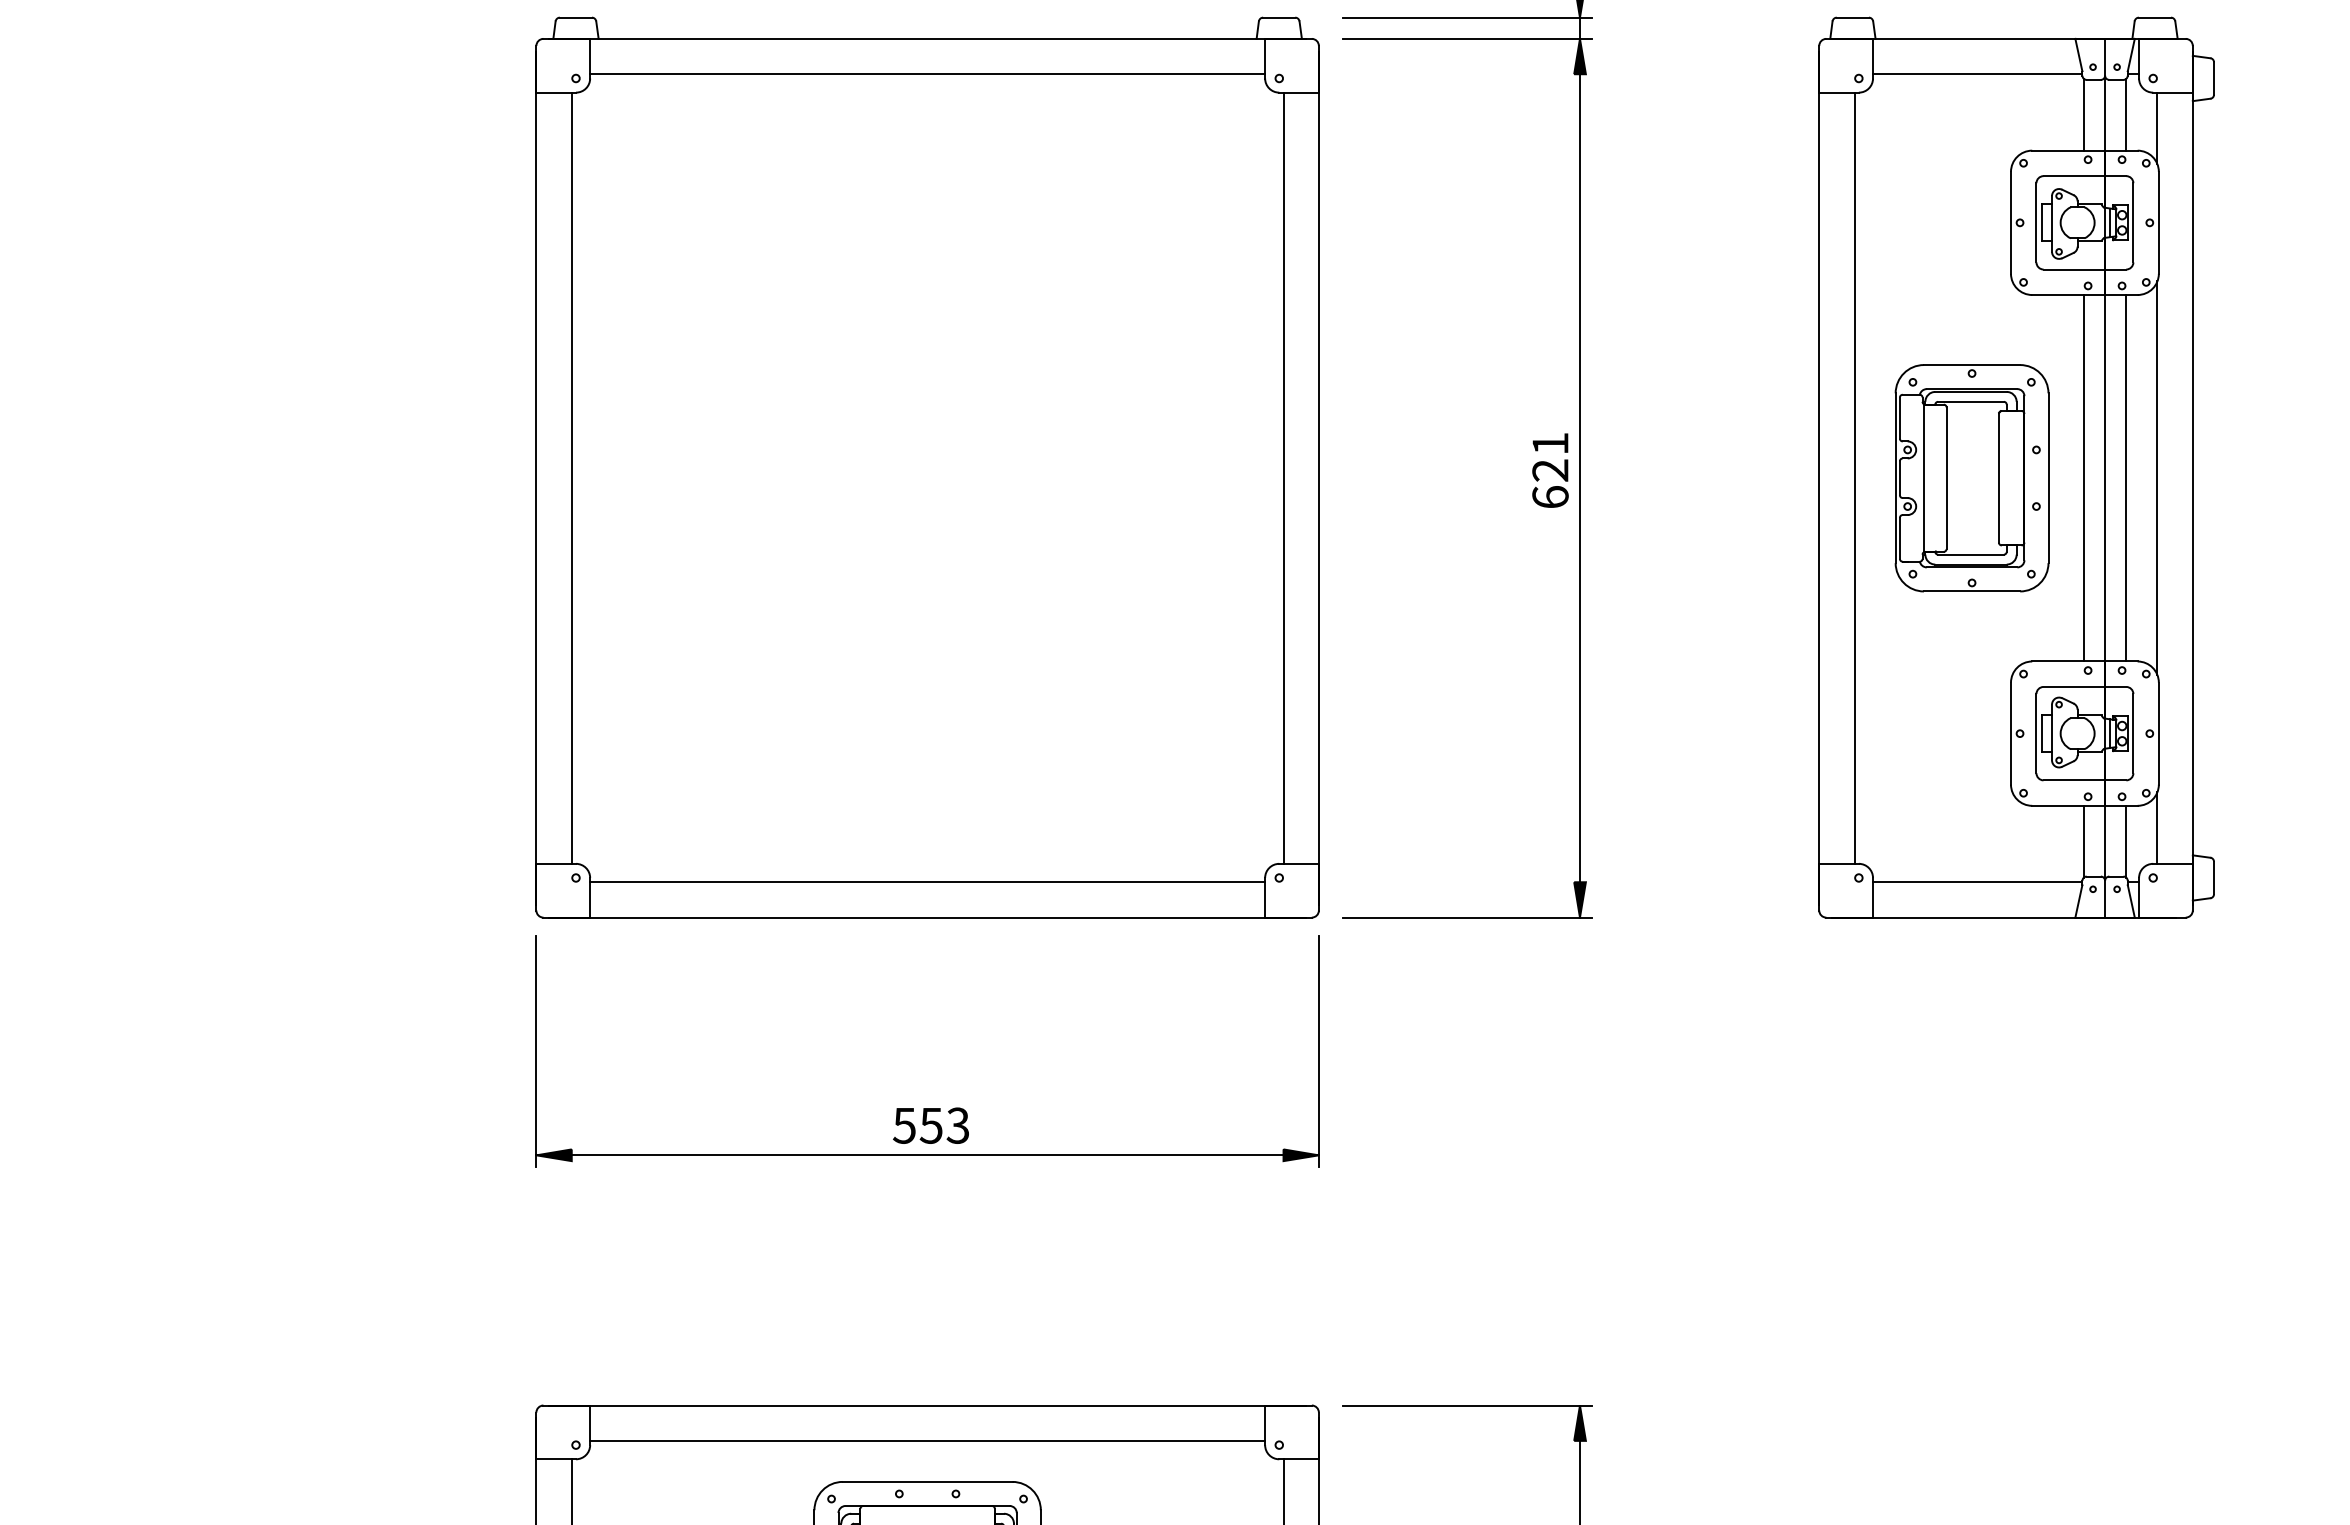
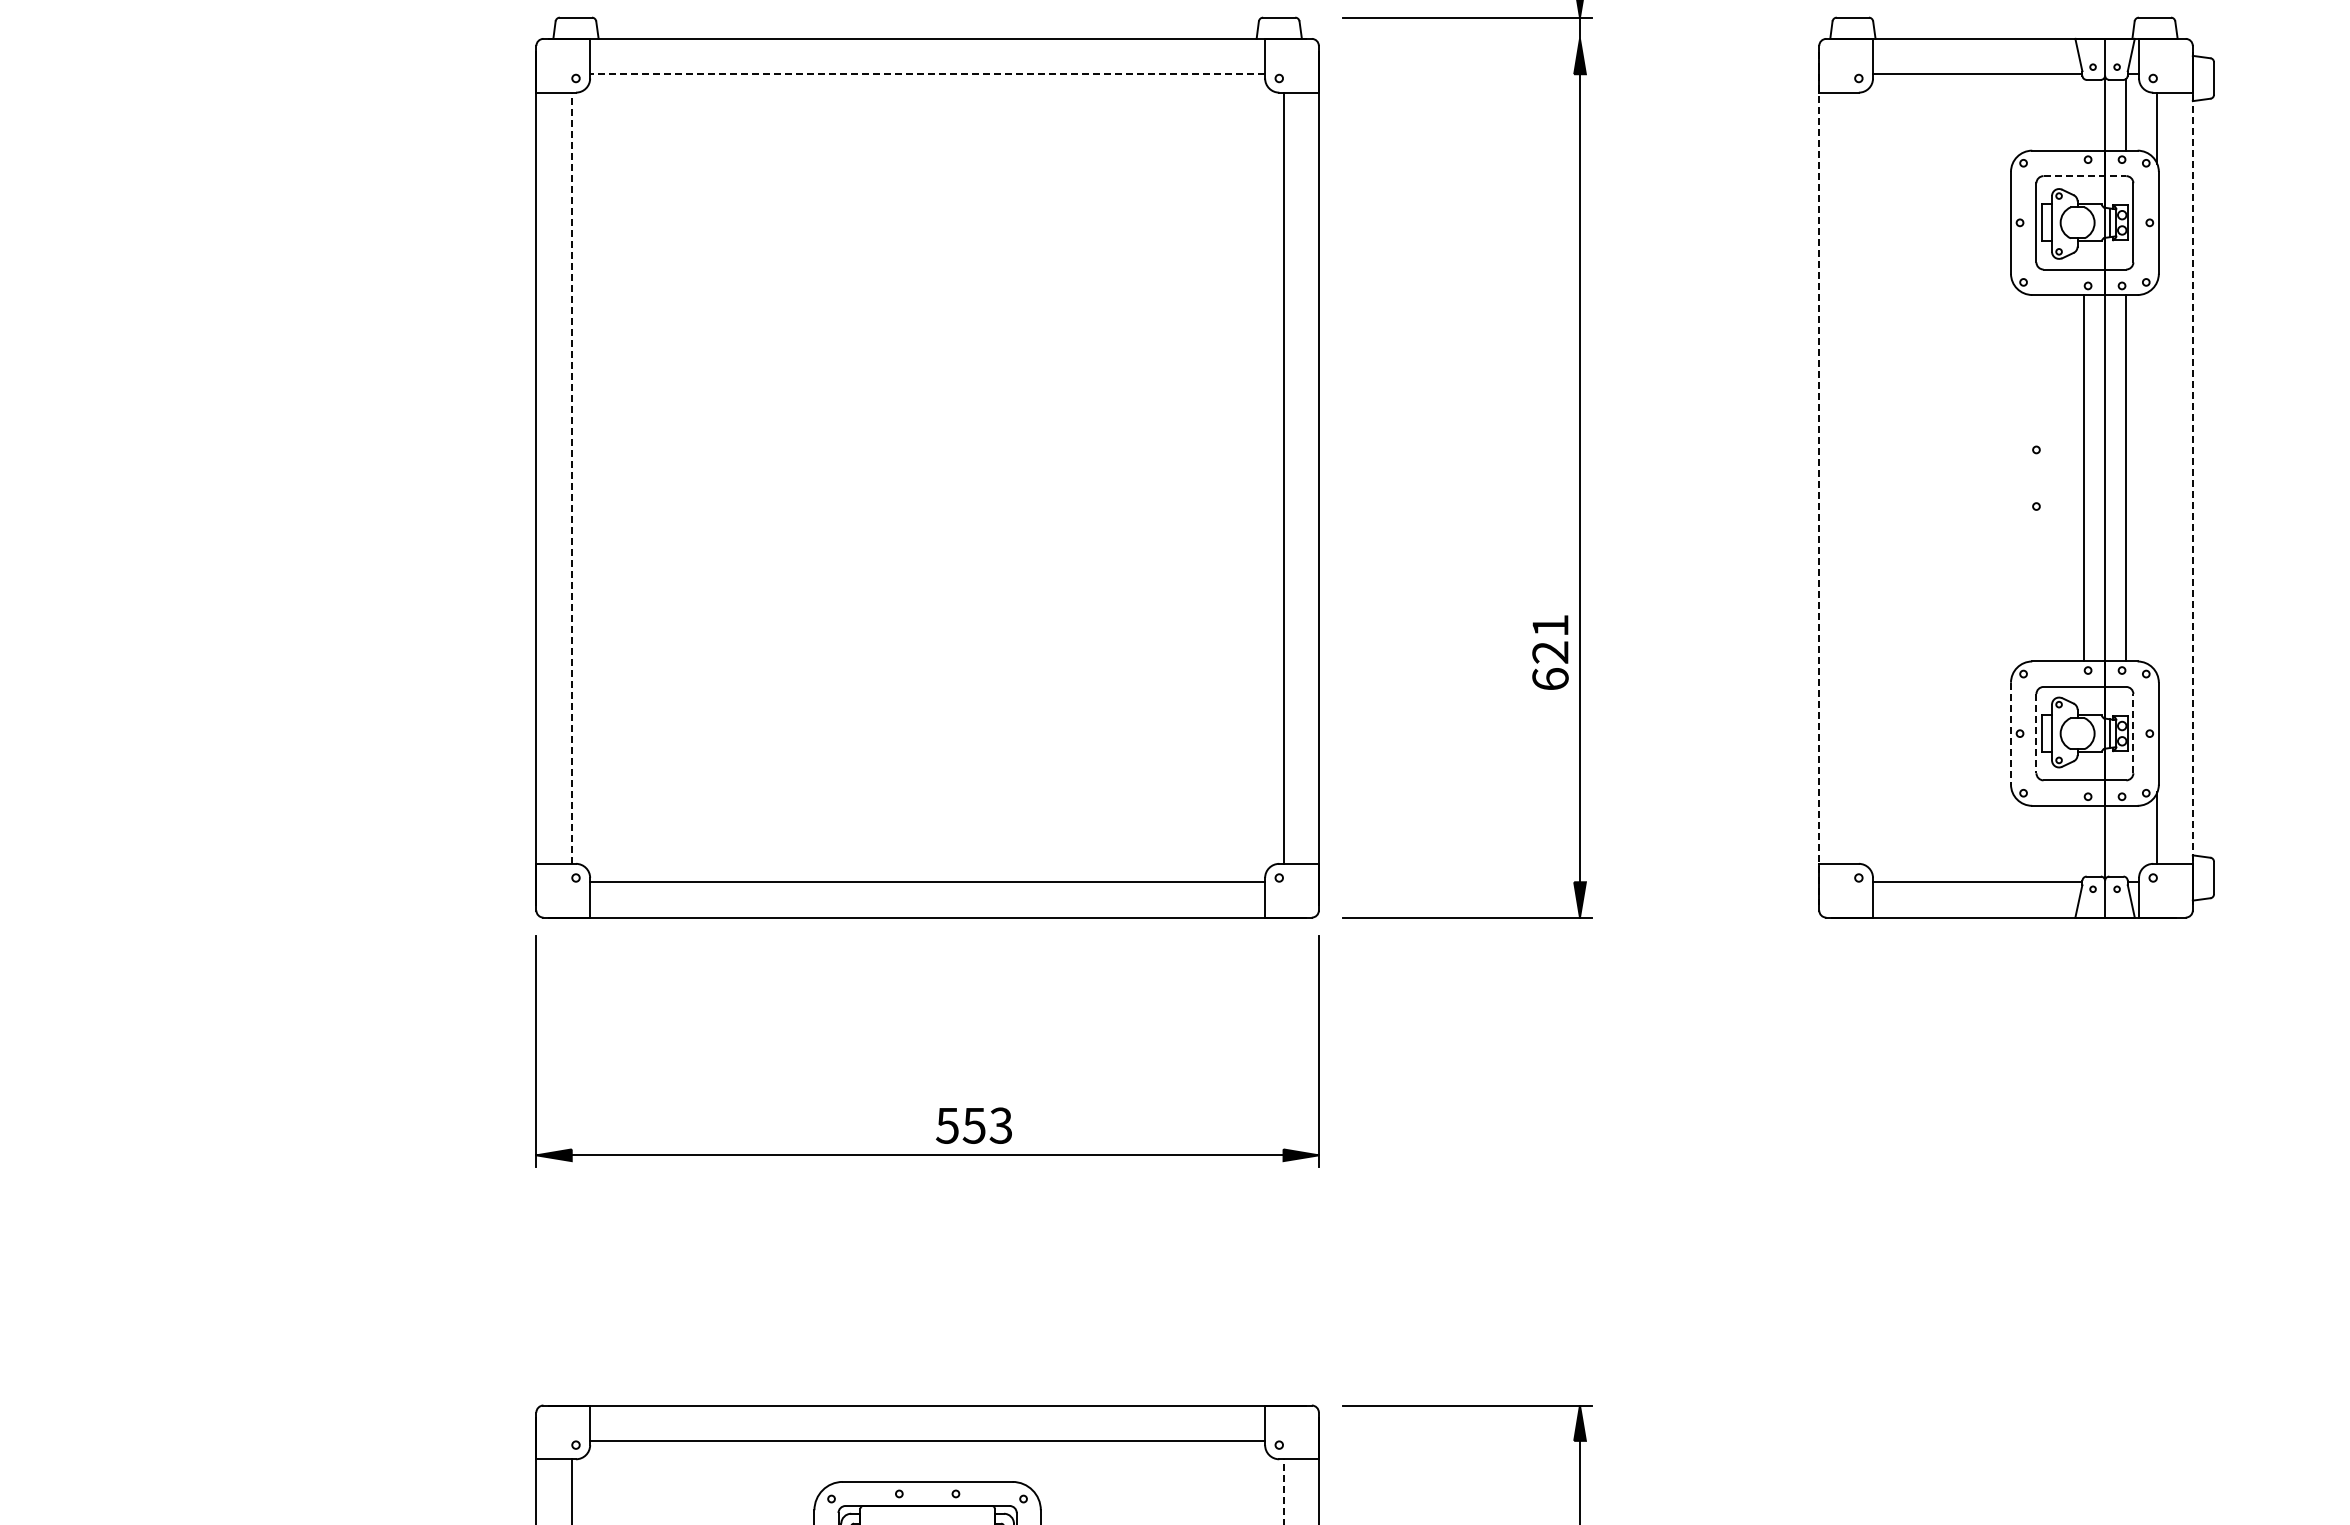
line at (1466, 38): present -> none
line at (927, 74): solid -> dashed
line at (2083, 114): present -> none
line at (2085, 176): solid -> dashed
text at (1550, 470) position: (1550, 470) -> (1550, 652)
line at (1854, 477): present -> none
line at (571, 478): solid -> dashed
line at (1819, 478): solid -> dashed
part at (1971, 478): present -> none
line at (2157, 478): present -> none
line at (2192, 478): solid -> dashed
line at (2010, 733): solid -> dashed
line at (2036, 733): solid -> dashed
line at (2133, 733): solid -> dashed
line at (2083, 841): present -> none
line at (2126, 841): present -> none
text at (930, 1125) position: (930, 1125) -> (973, 1125)
line at (1283, 1491): solid -> dashed
